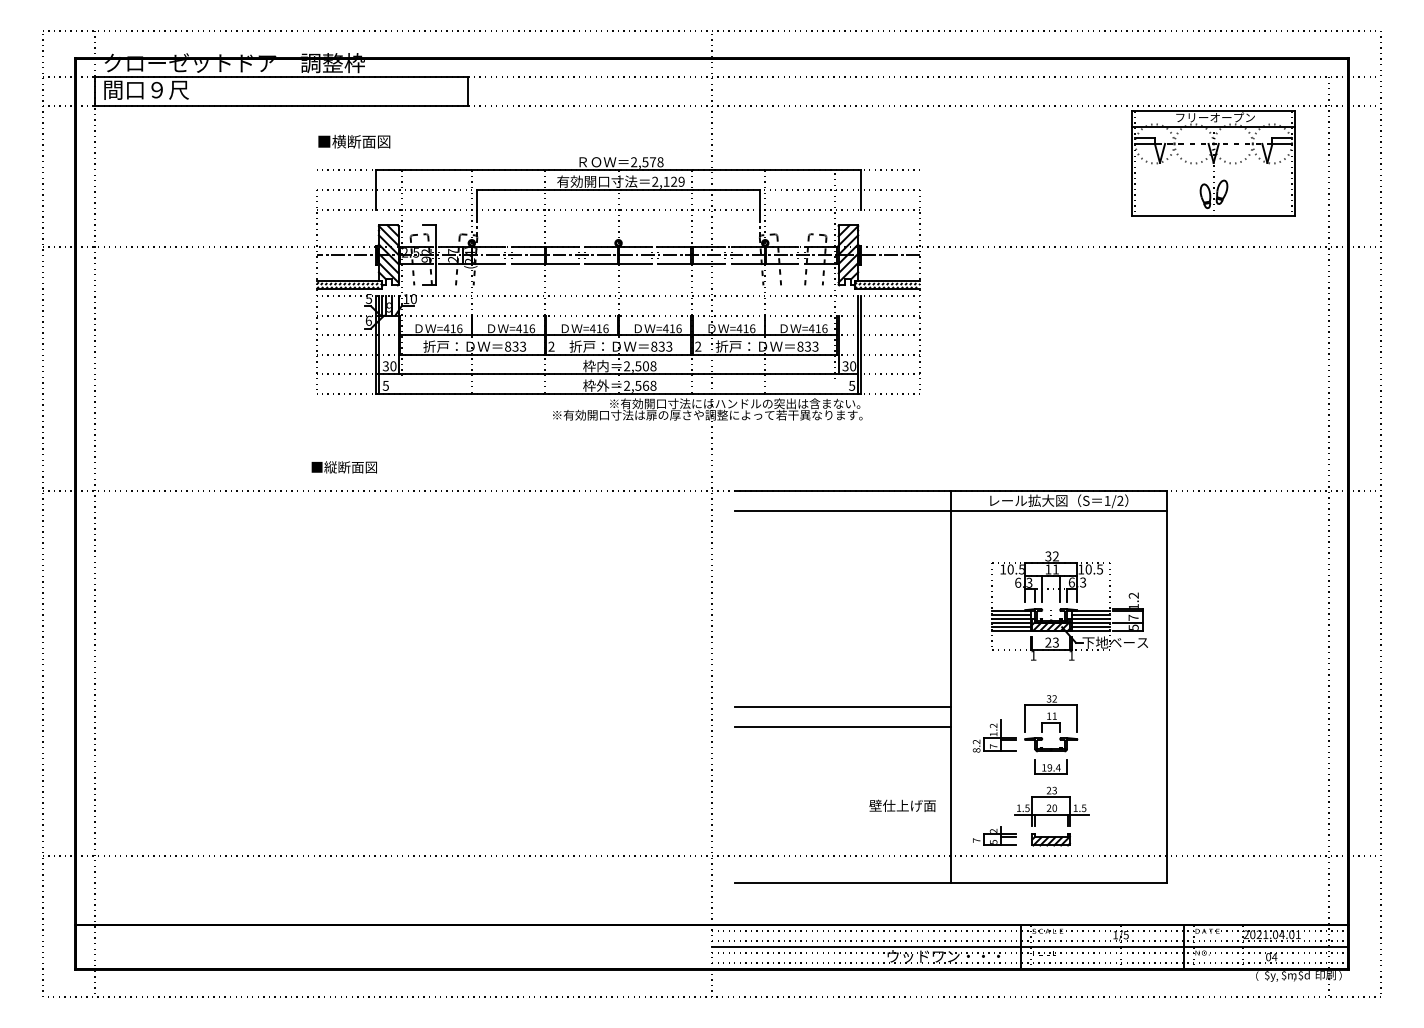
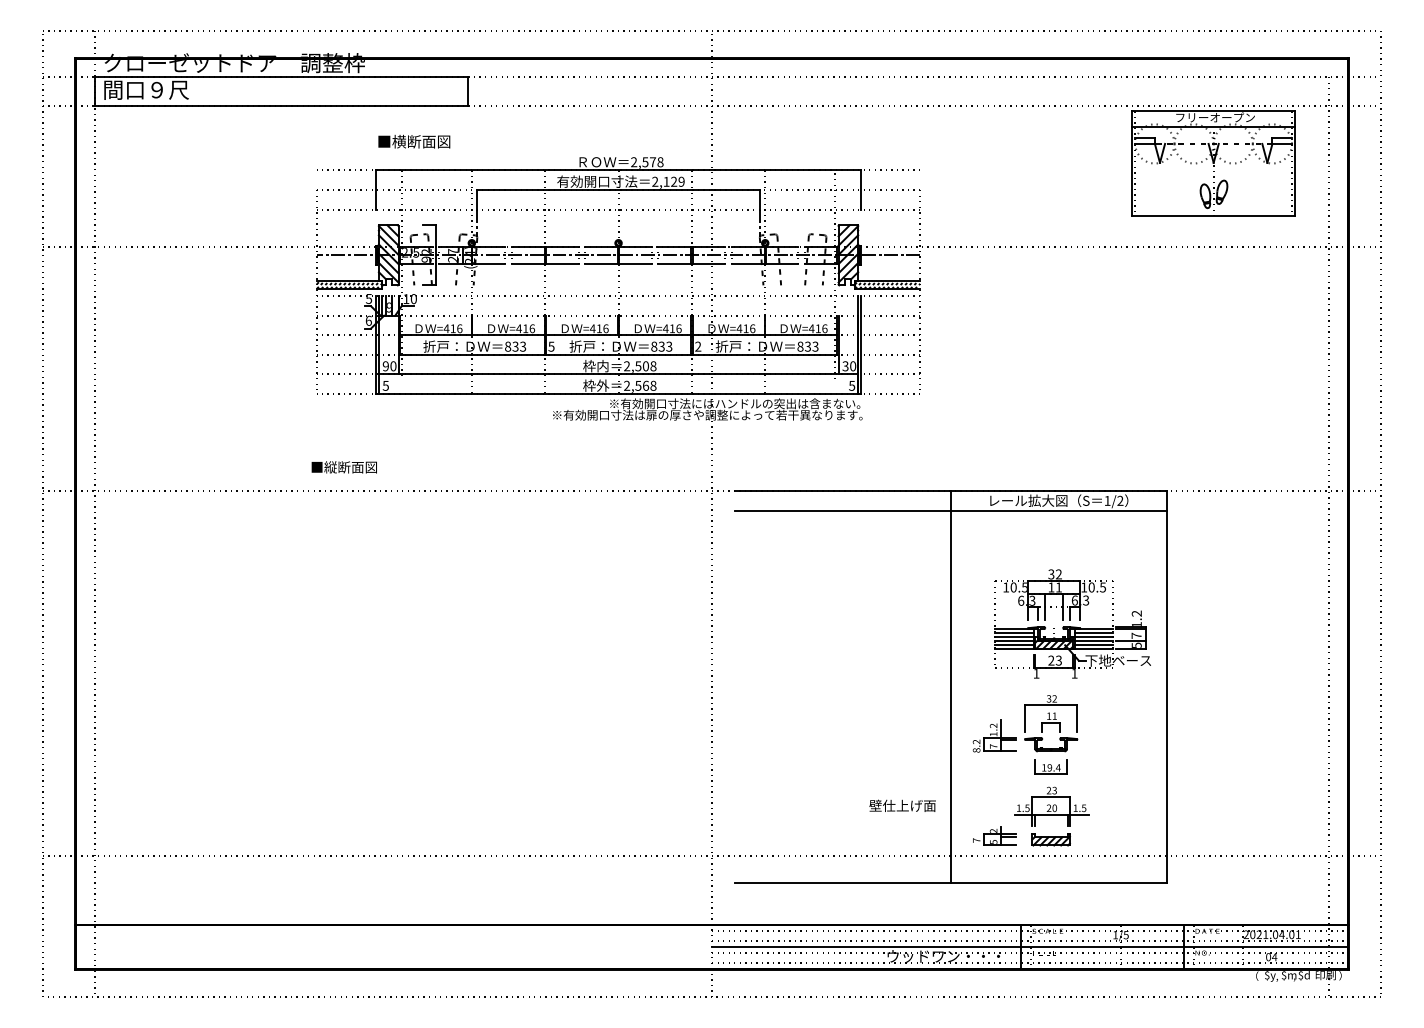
text at (354, 141) position: (354, 141) -> (414, 141)
text at (551, 346): 2 -> 5
text at (385, 366): 30 -> 90
part at (1069, 605) position: (1069, 605) -> (1072, 623)
line at (842, 707): present -> none
line at (842, 726): present -> none
